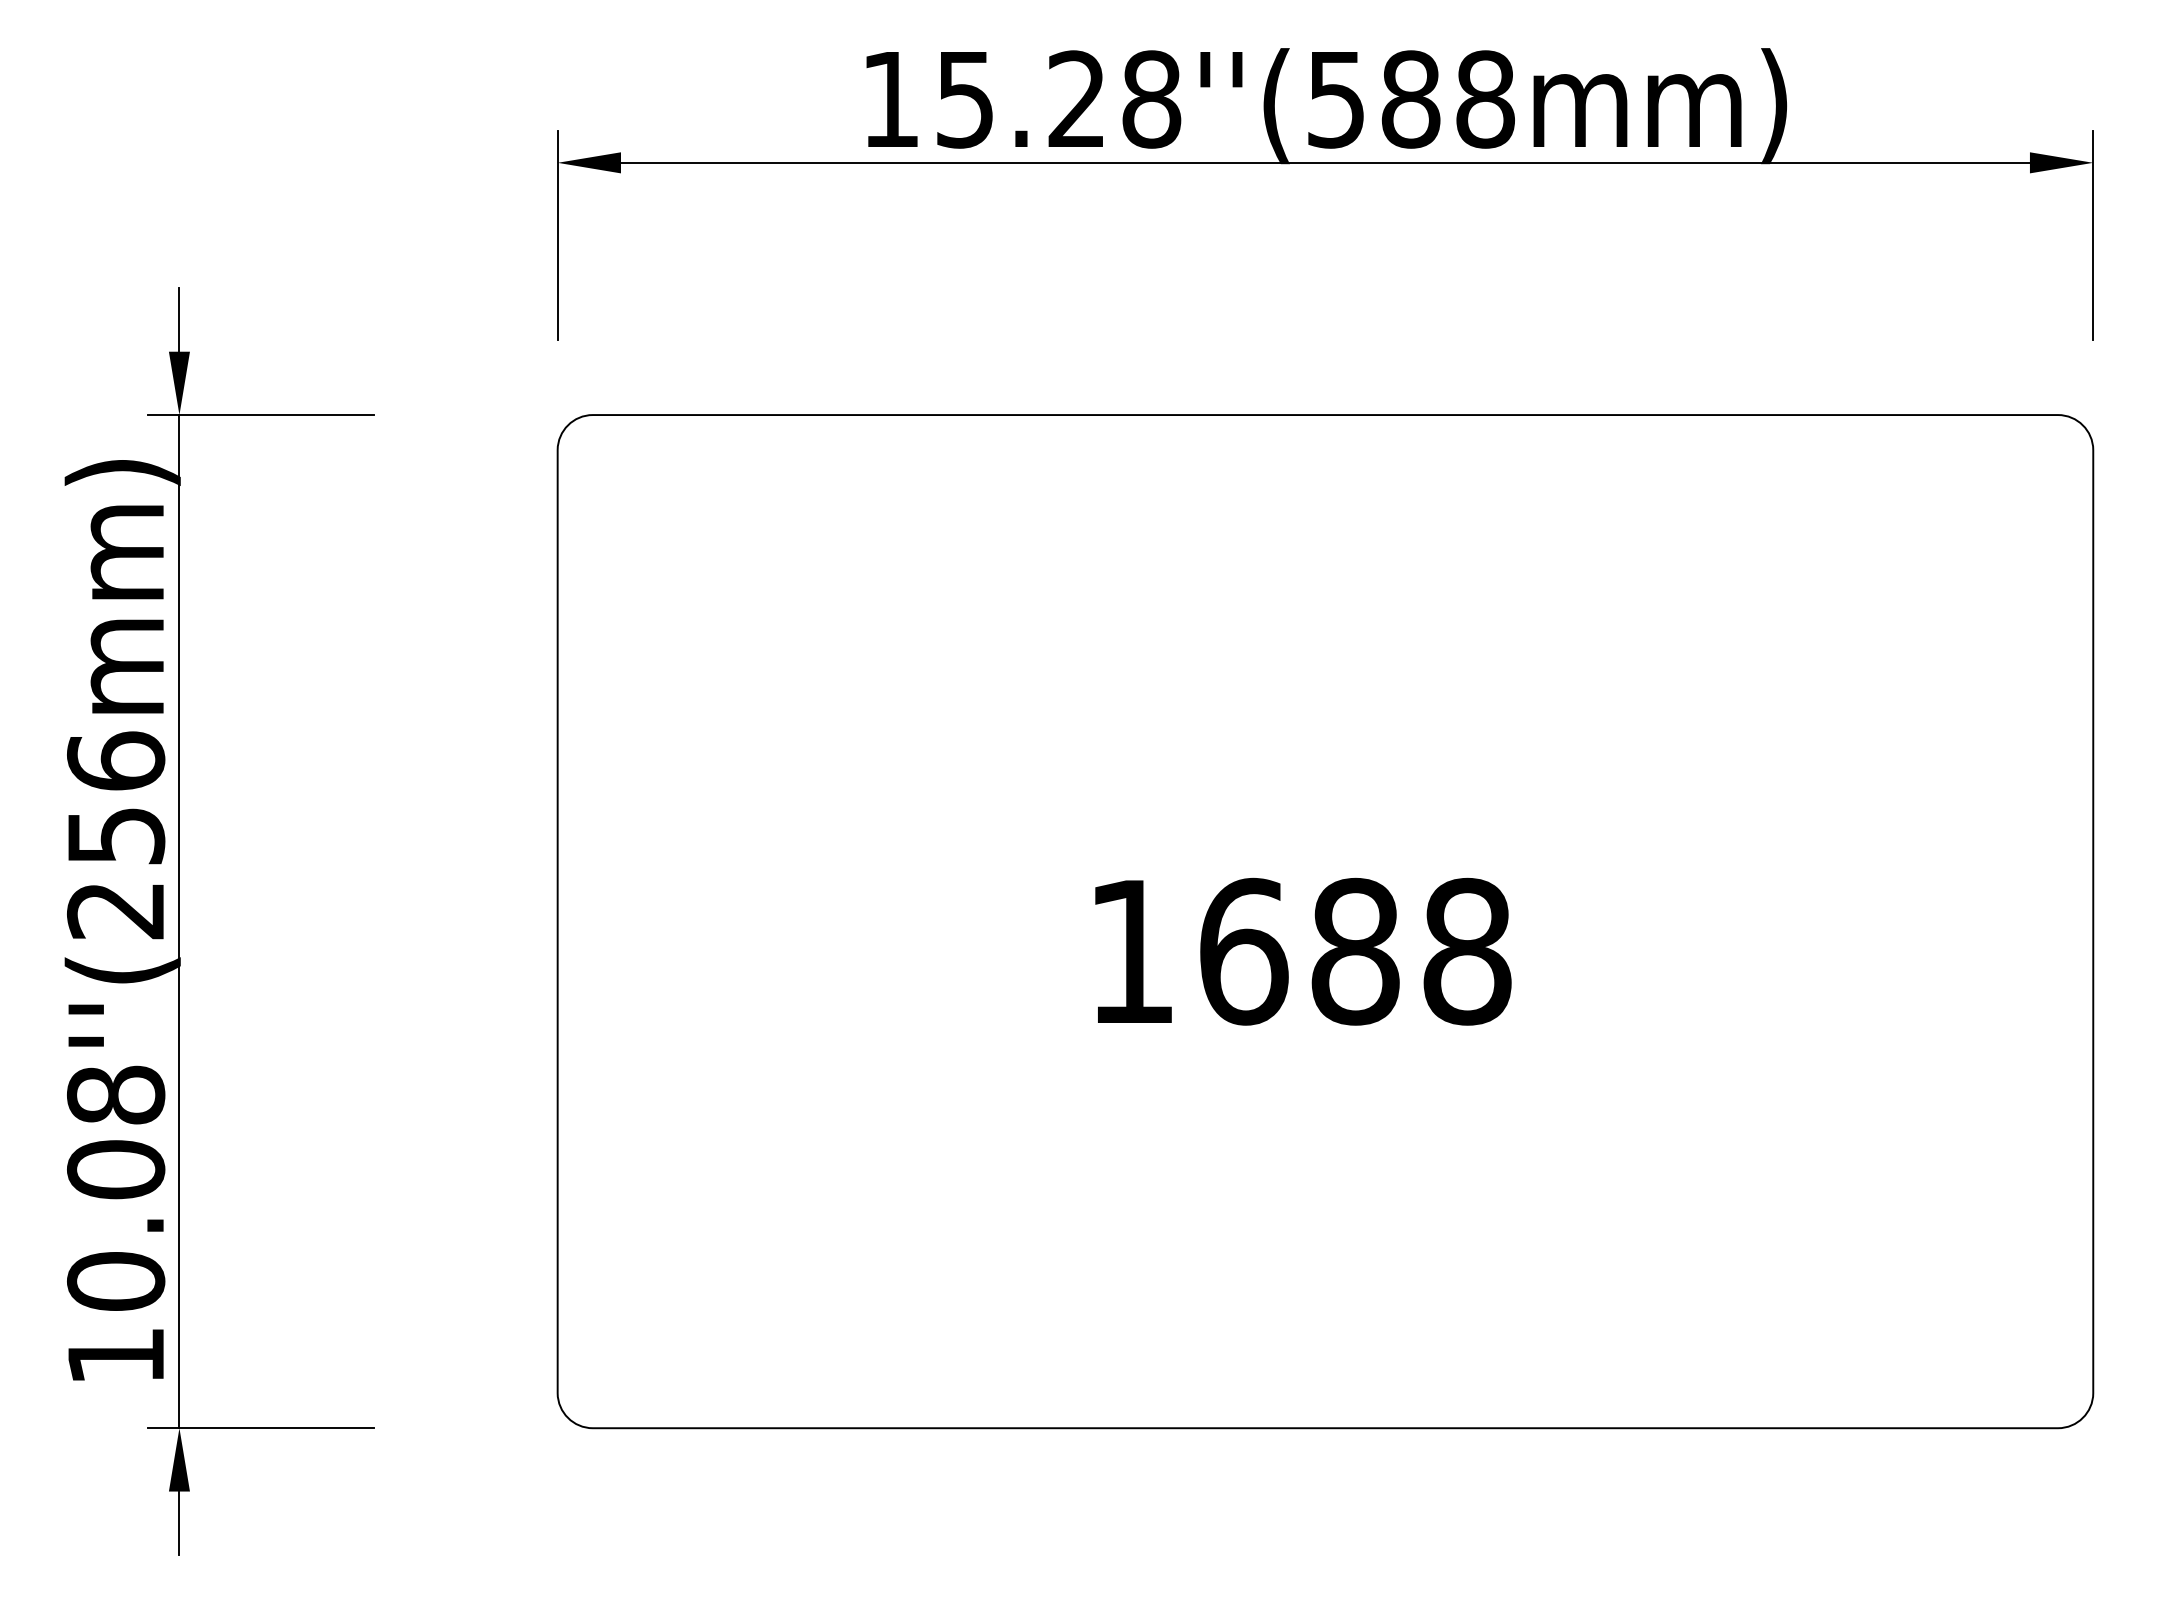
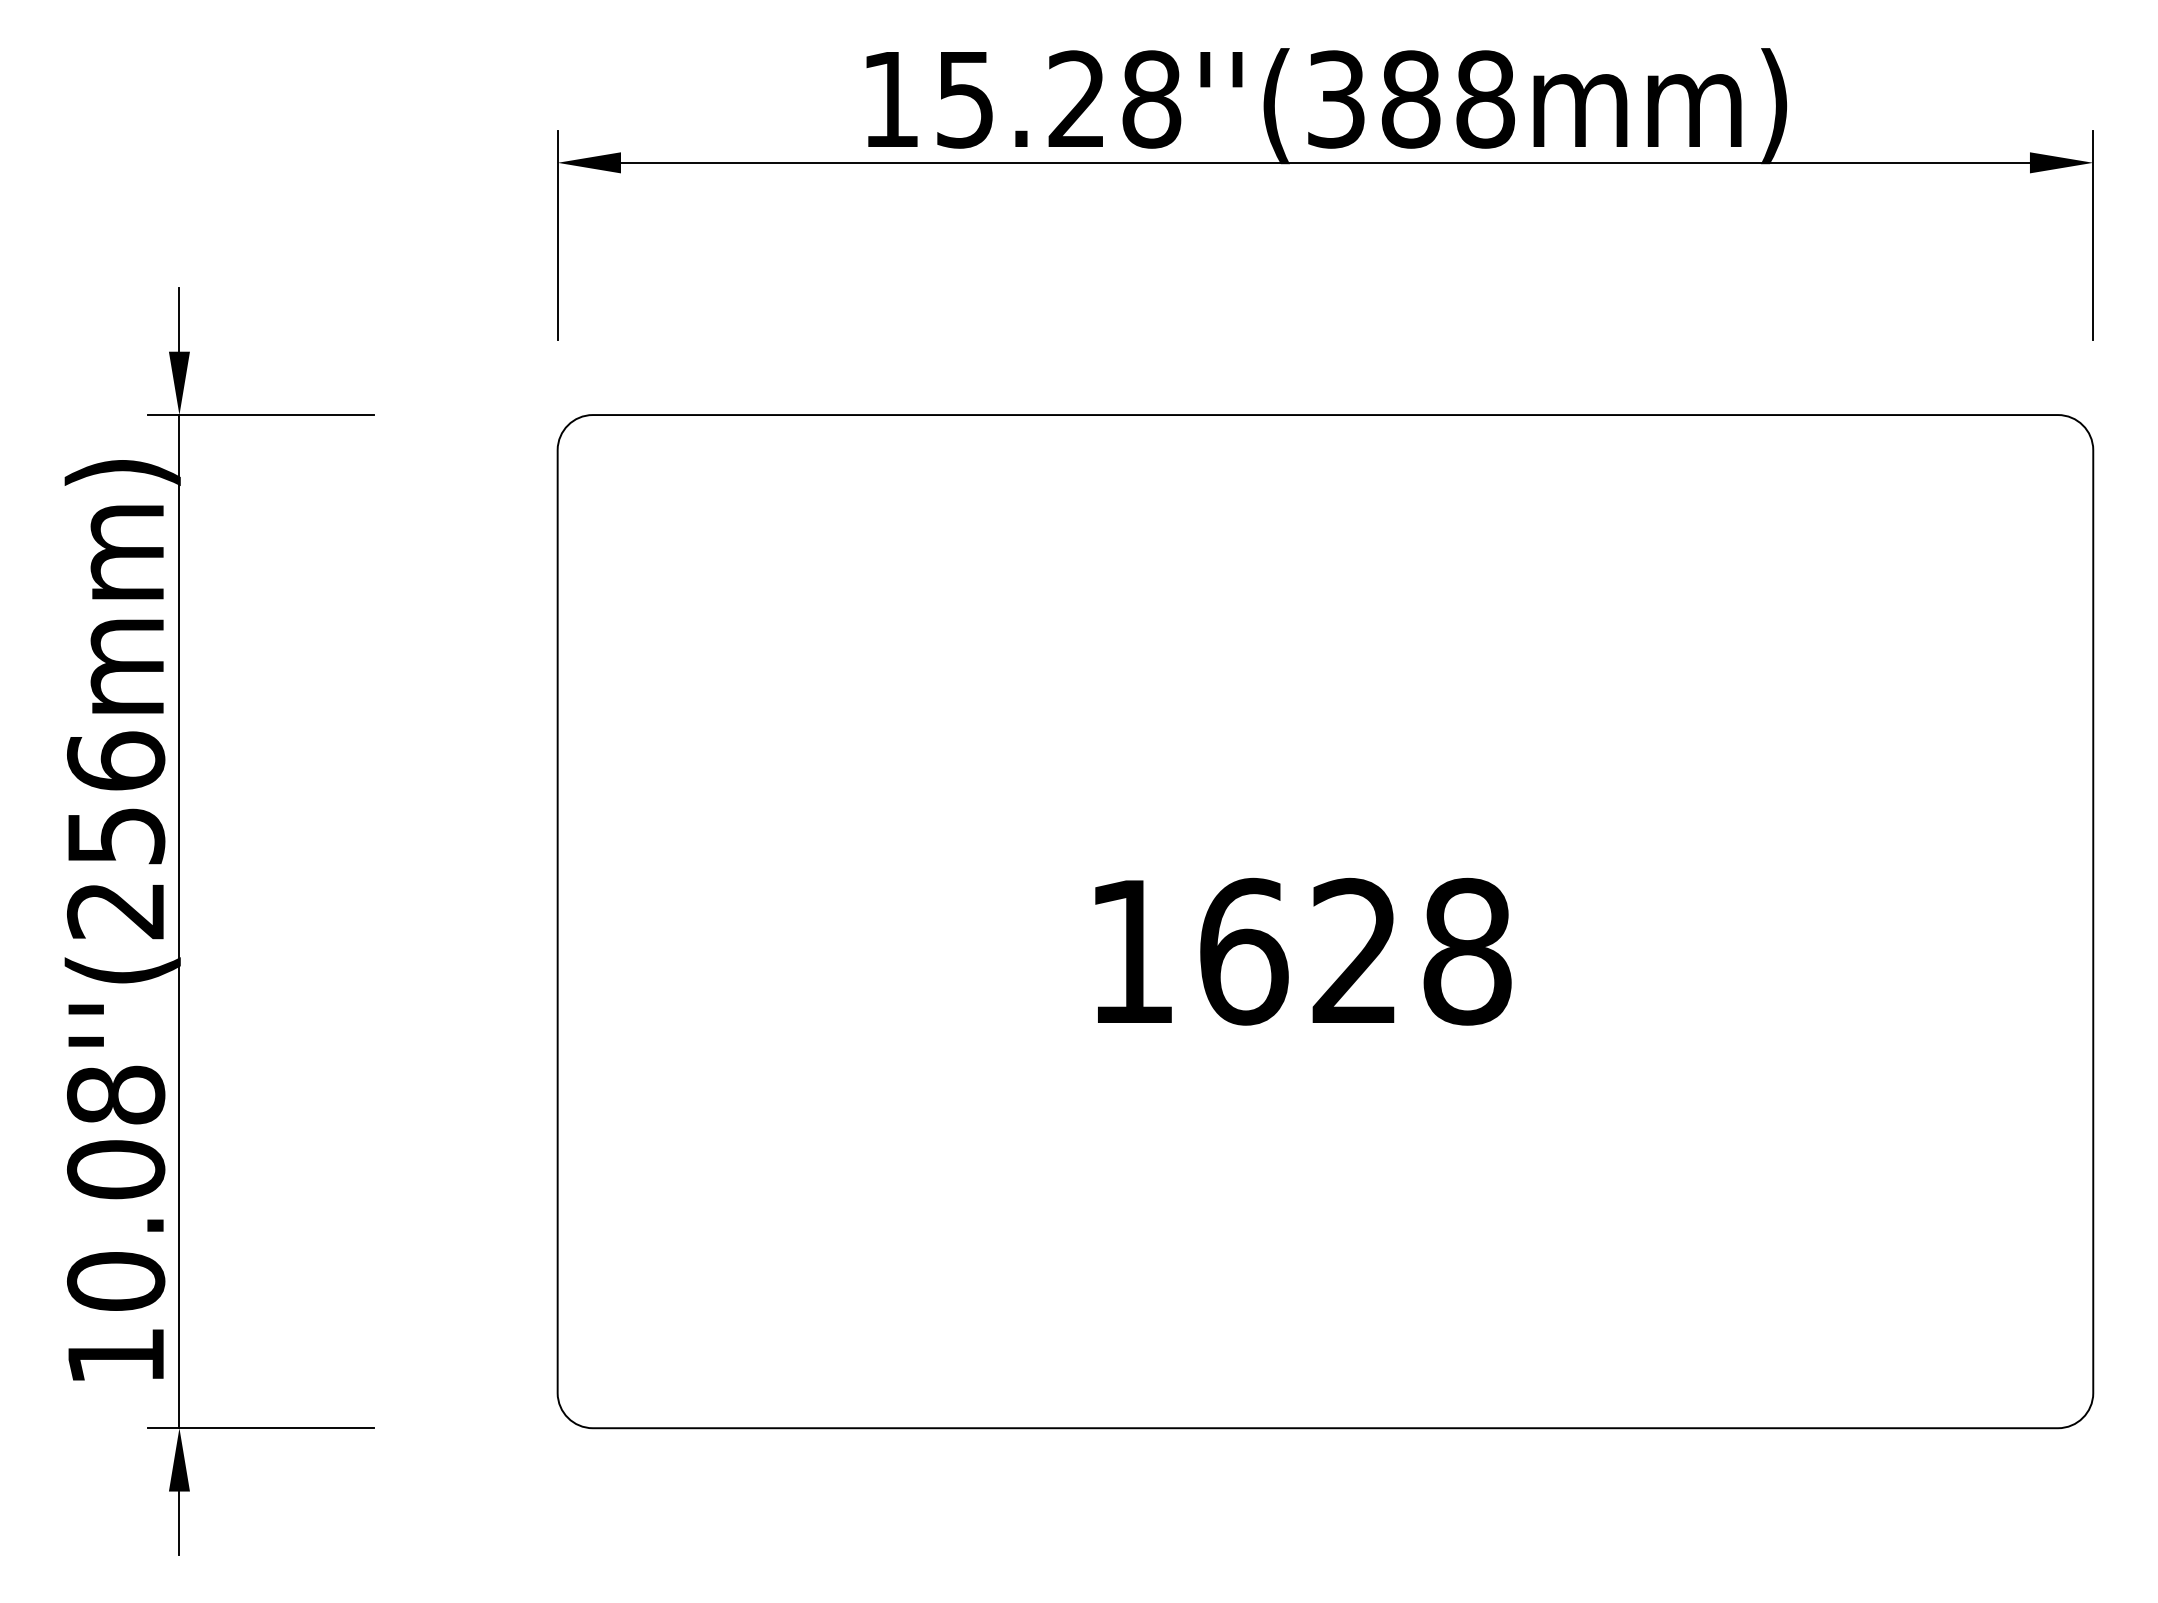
text at (1336, 99): 15.28''(588mm) -> 15.28''(388mm)
text at (1355, 951): 1688 -> 1628
